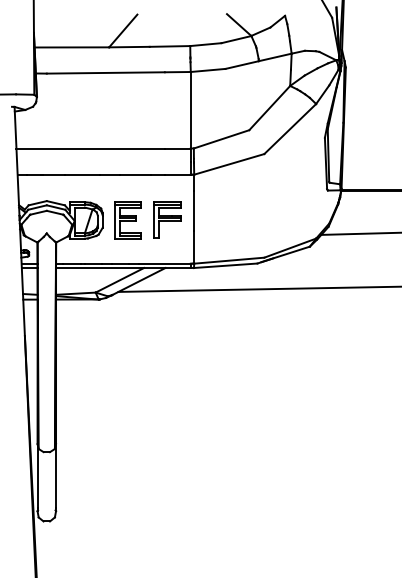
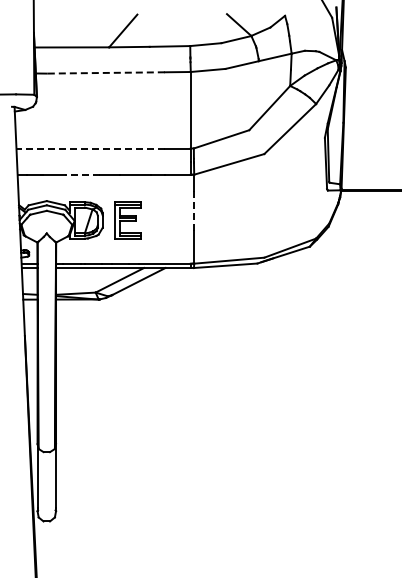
line at (105, 72): solid -> dashed
line at (90, 148): solid -> dashed
line at (81, 174): solid -> dashed
line at (194, 210): solid -> dashed
part at (167, 219): present -> none
line at (359, 233): present -> none
line at (258, 288): present -> none
